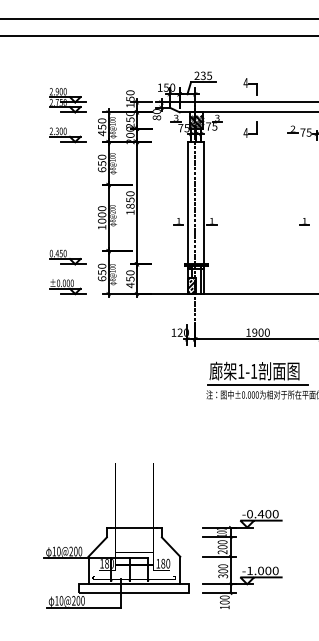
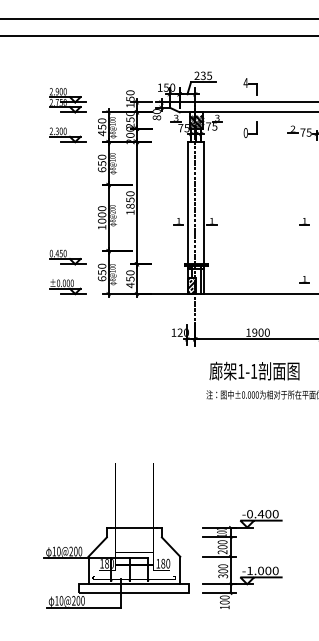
text at (245, 133): 4 -> 0
part at (304, 279): none -> present
line at (257, 385): present -> none
